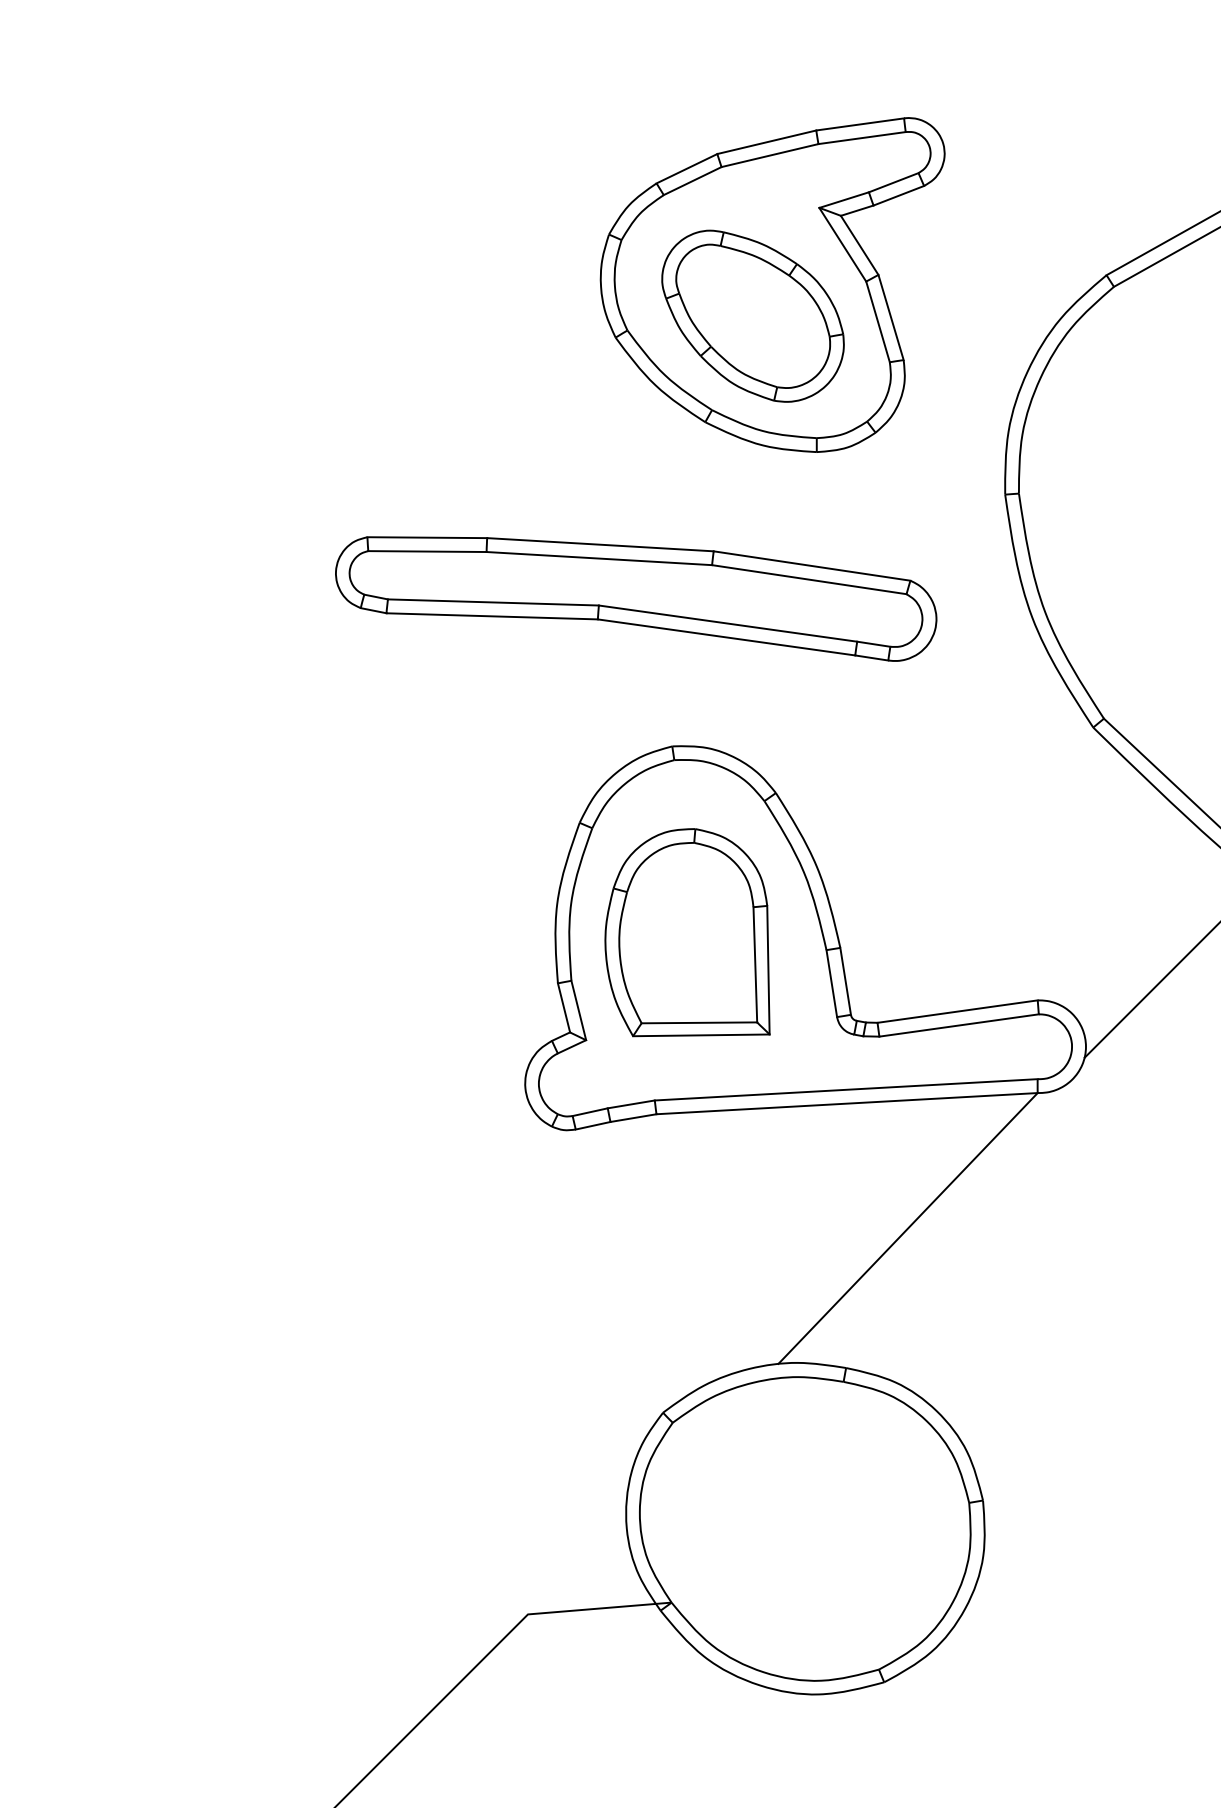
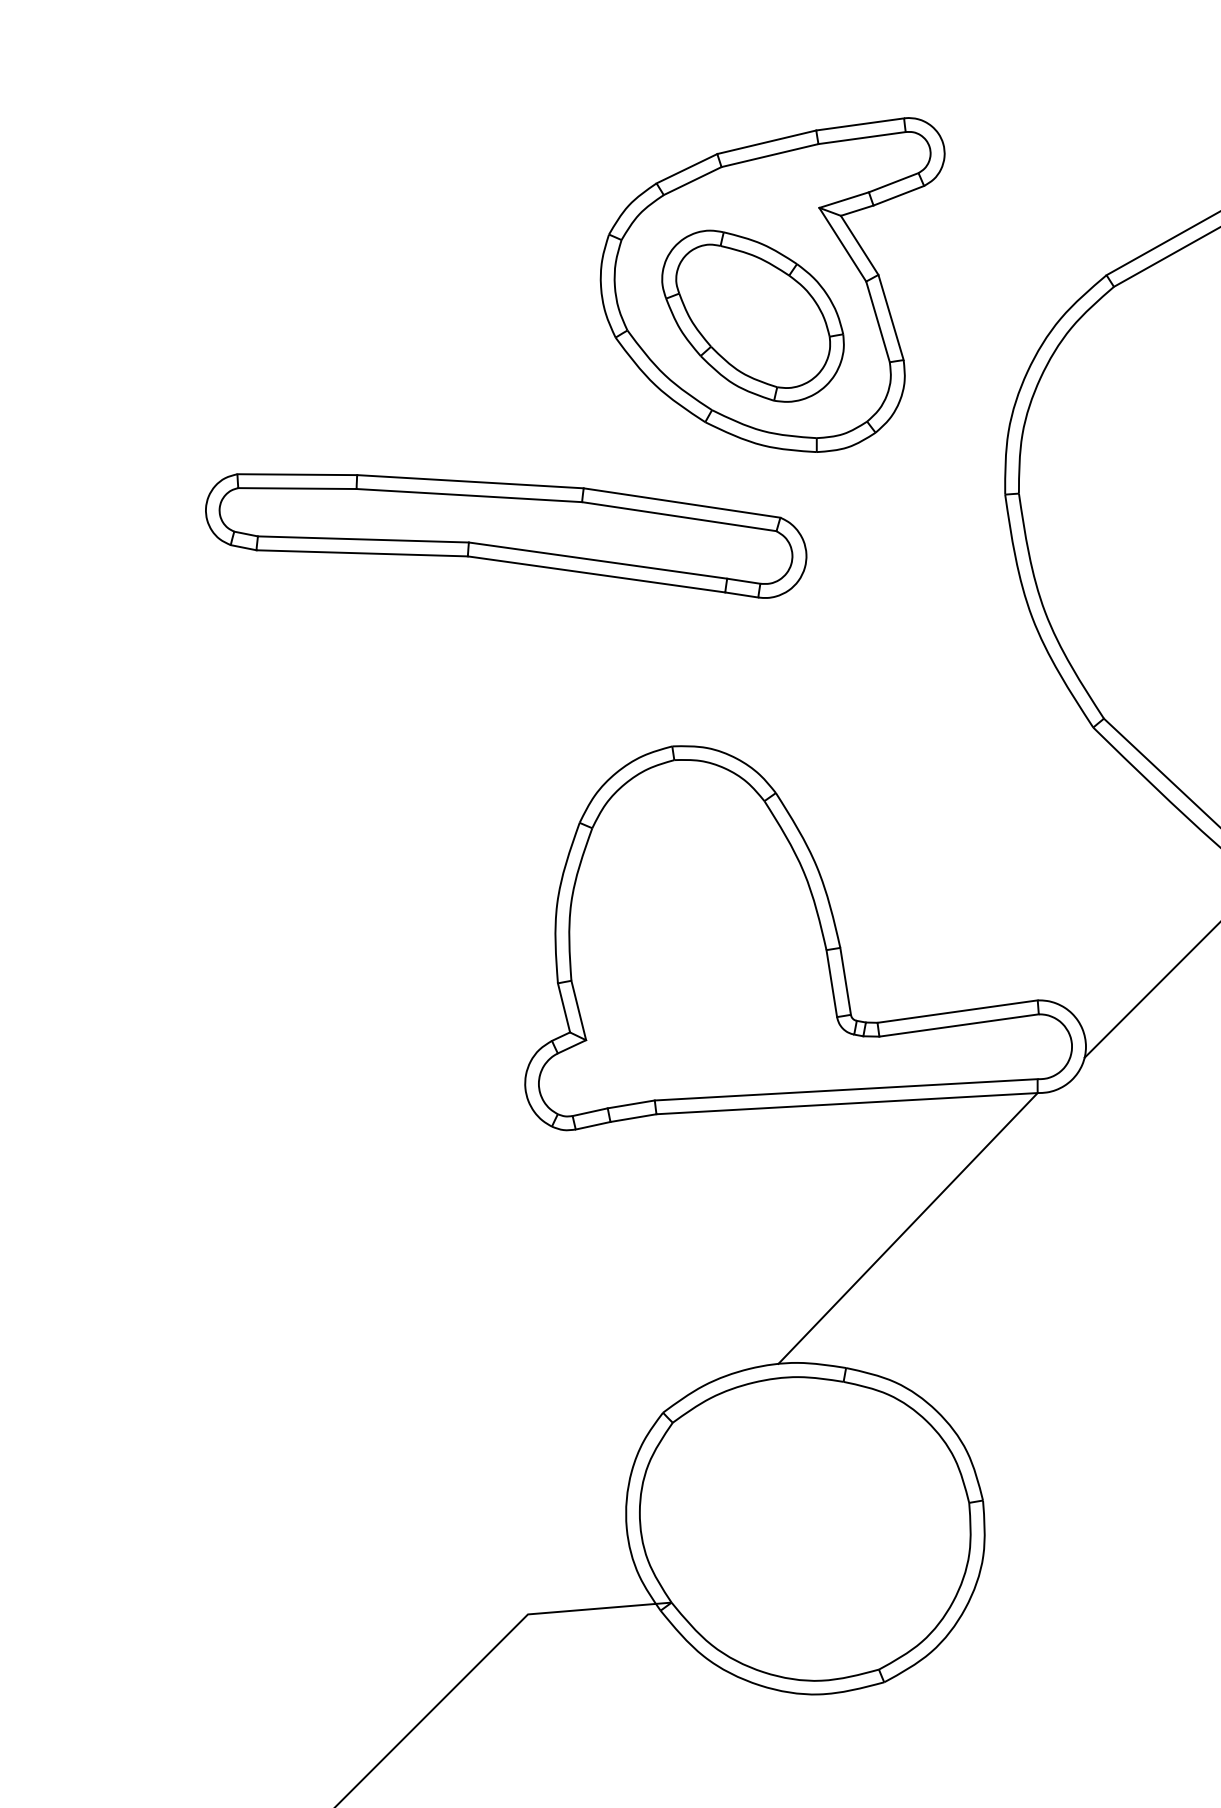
part at (636, 598) position: (636, 598) -> (506, 535)
part at (687, 932): present -> none
